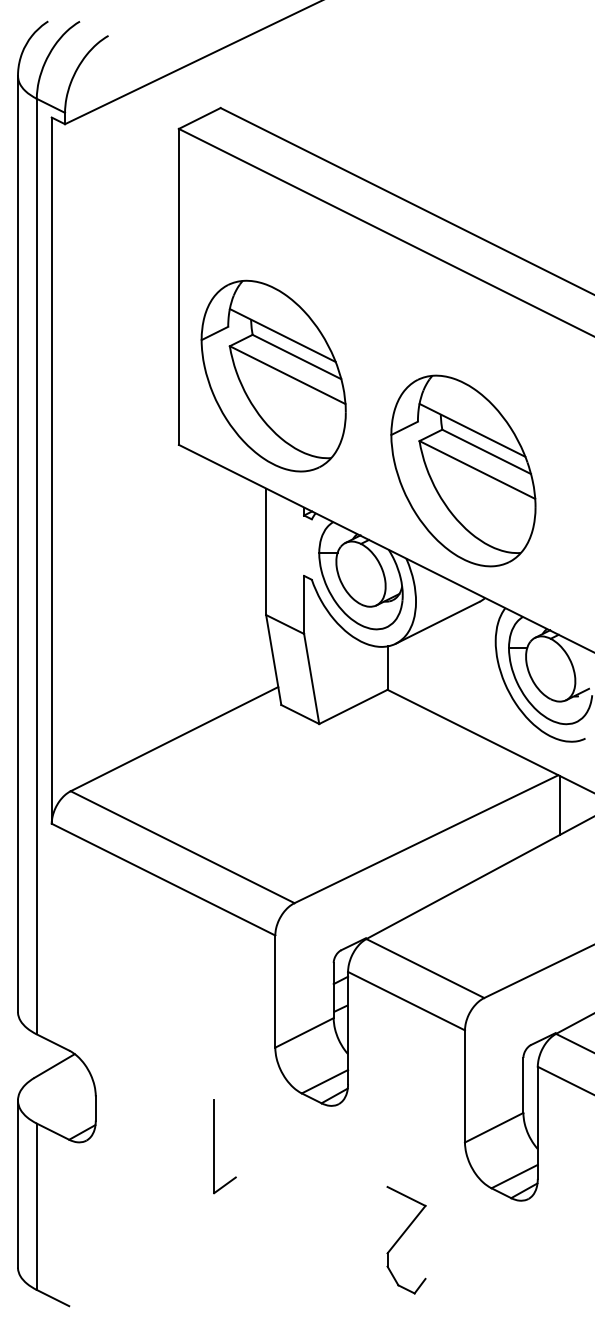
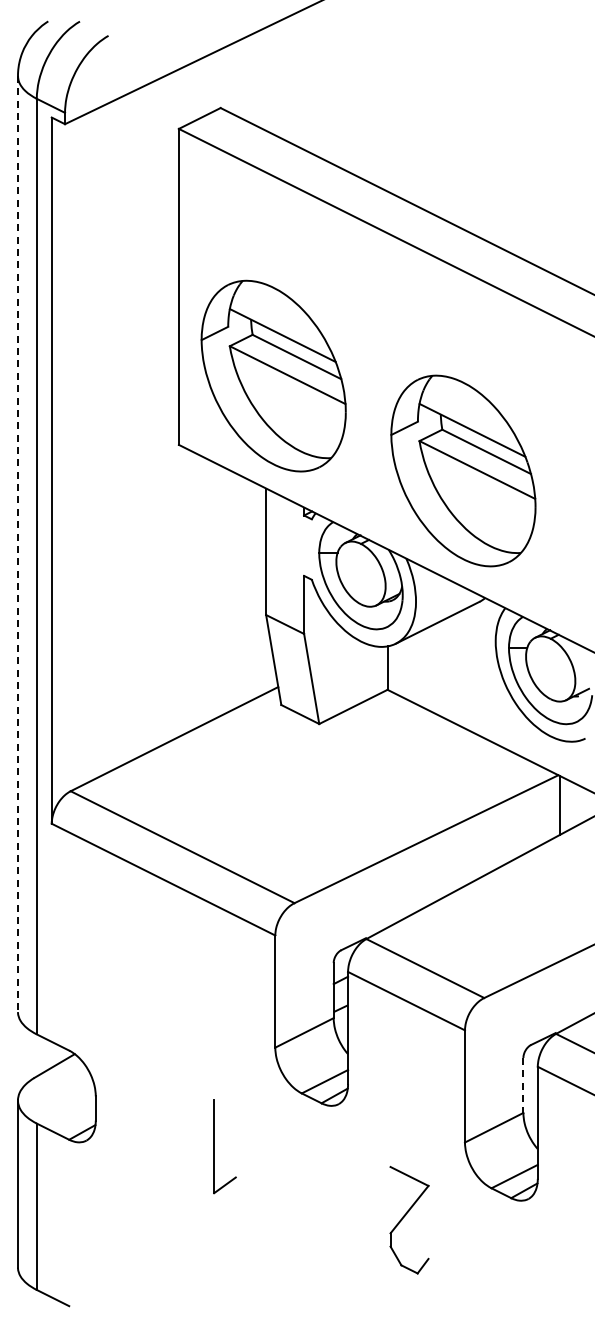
line at (17, 544): solid -> dashed
line at (523, 1085): solid -> dashed
part at (406, 1240) position: (406, 1240) -> (409, 1220)
